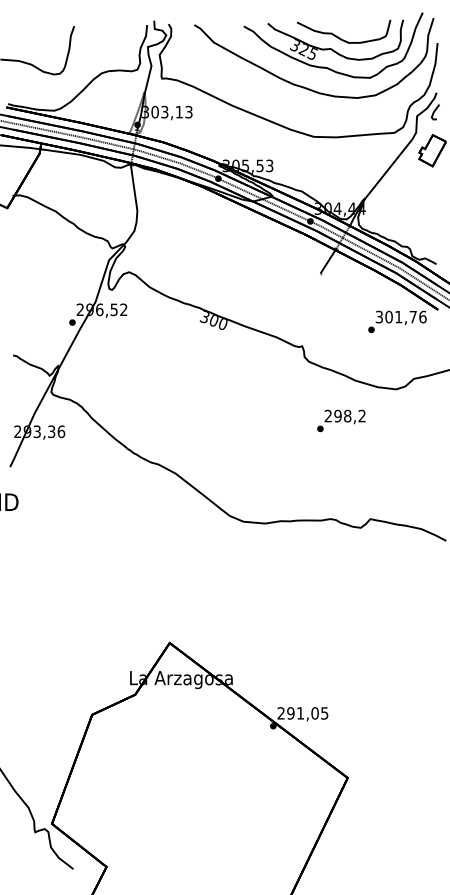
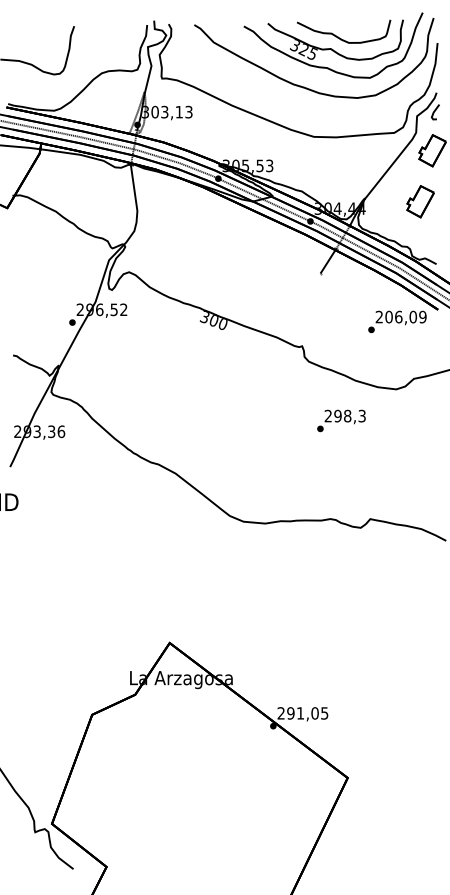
part at (420, 201): none -> present
text at (400, 316): 301,76 -> 206,09
text at (361, 416): 298,2 -> 298,3
